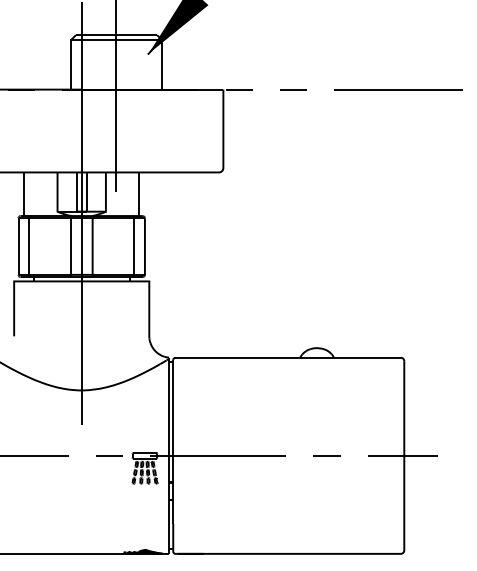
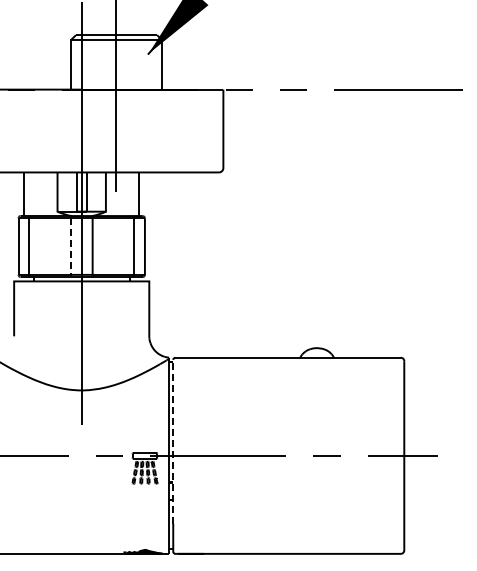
line at (70, 247): solid -> dashed
line at (173, 441): solid -> dashed
